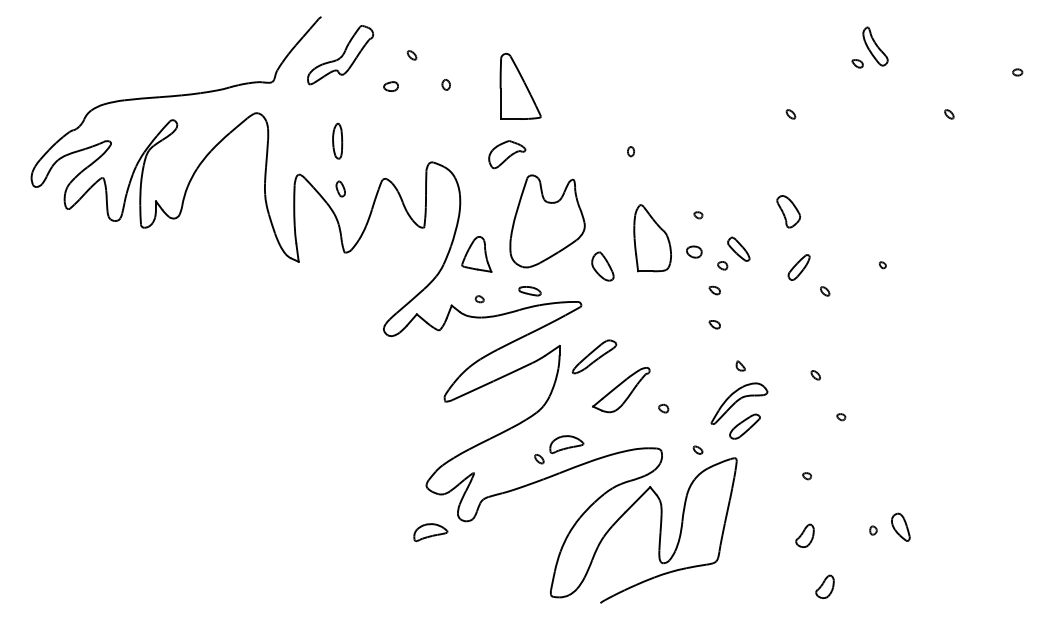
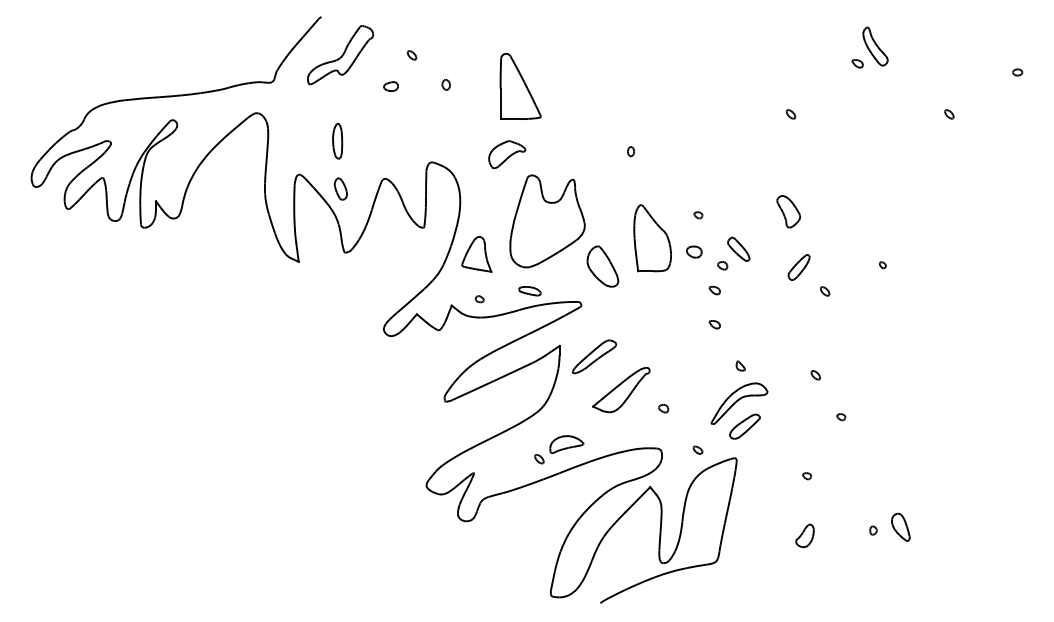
part at (340, 188) size: 11x18 px -> 15x24 px
part at (602, 266) size: 24x31 px -> 34x43 px
part at (430, 532): present -> none
part at (824, 586): present -> none
